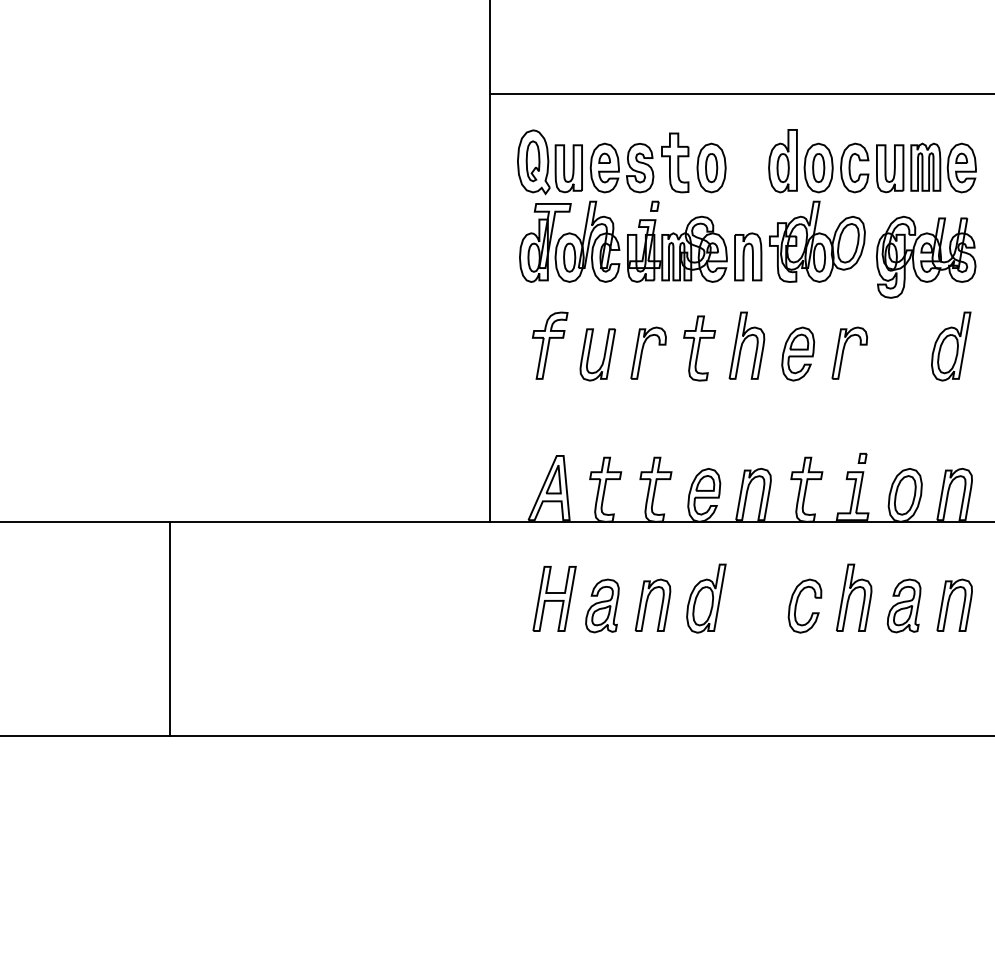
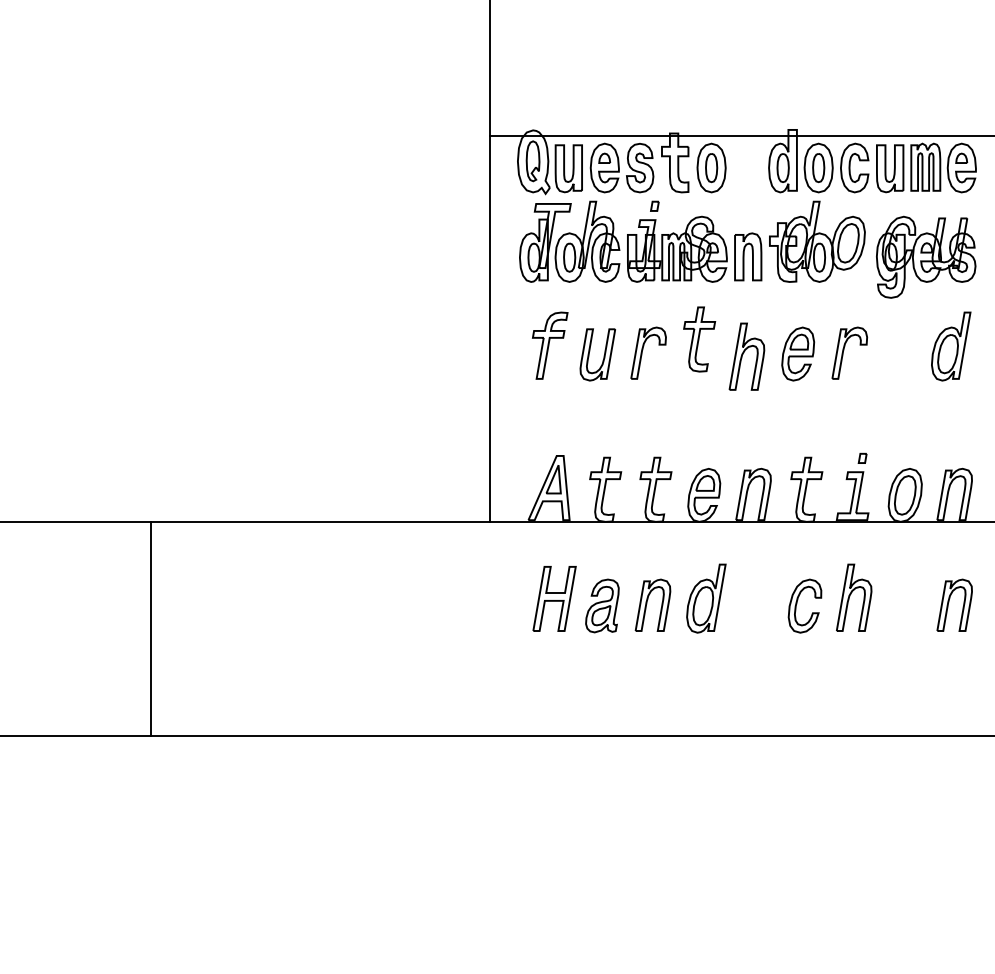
line at (740, 94) position: (740, 94) -> (740, 136)
part at (746, 345) position: (746, 345) -> (746, 356)
part at (699, 348) position: (699, 348) -> (699, 339)
part at (903, 605): present -> none
line at (169, 628) position: (169, 628) -> (150, 628)
